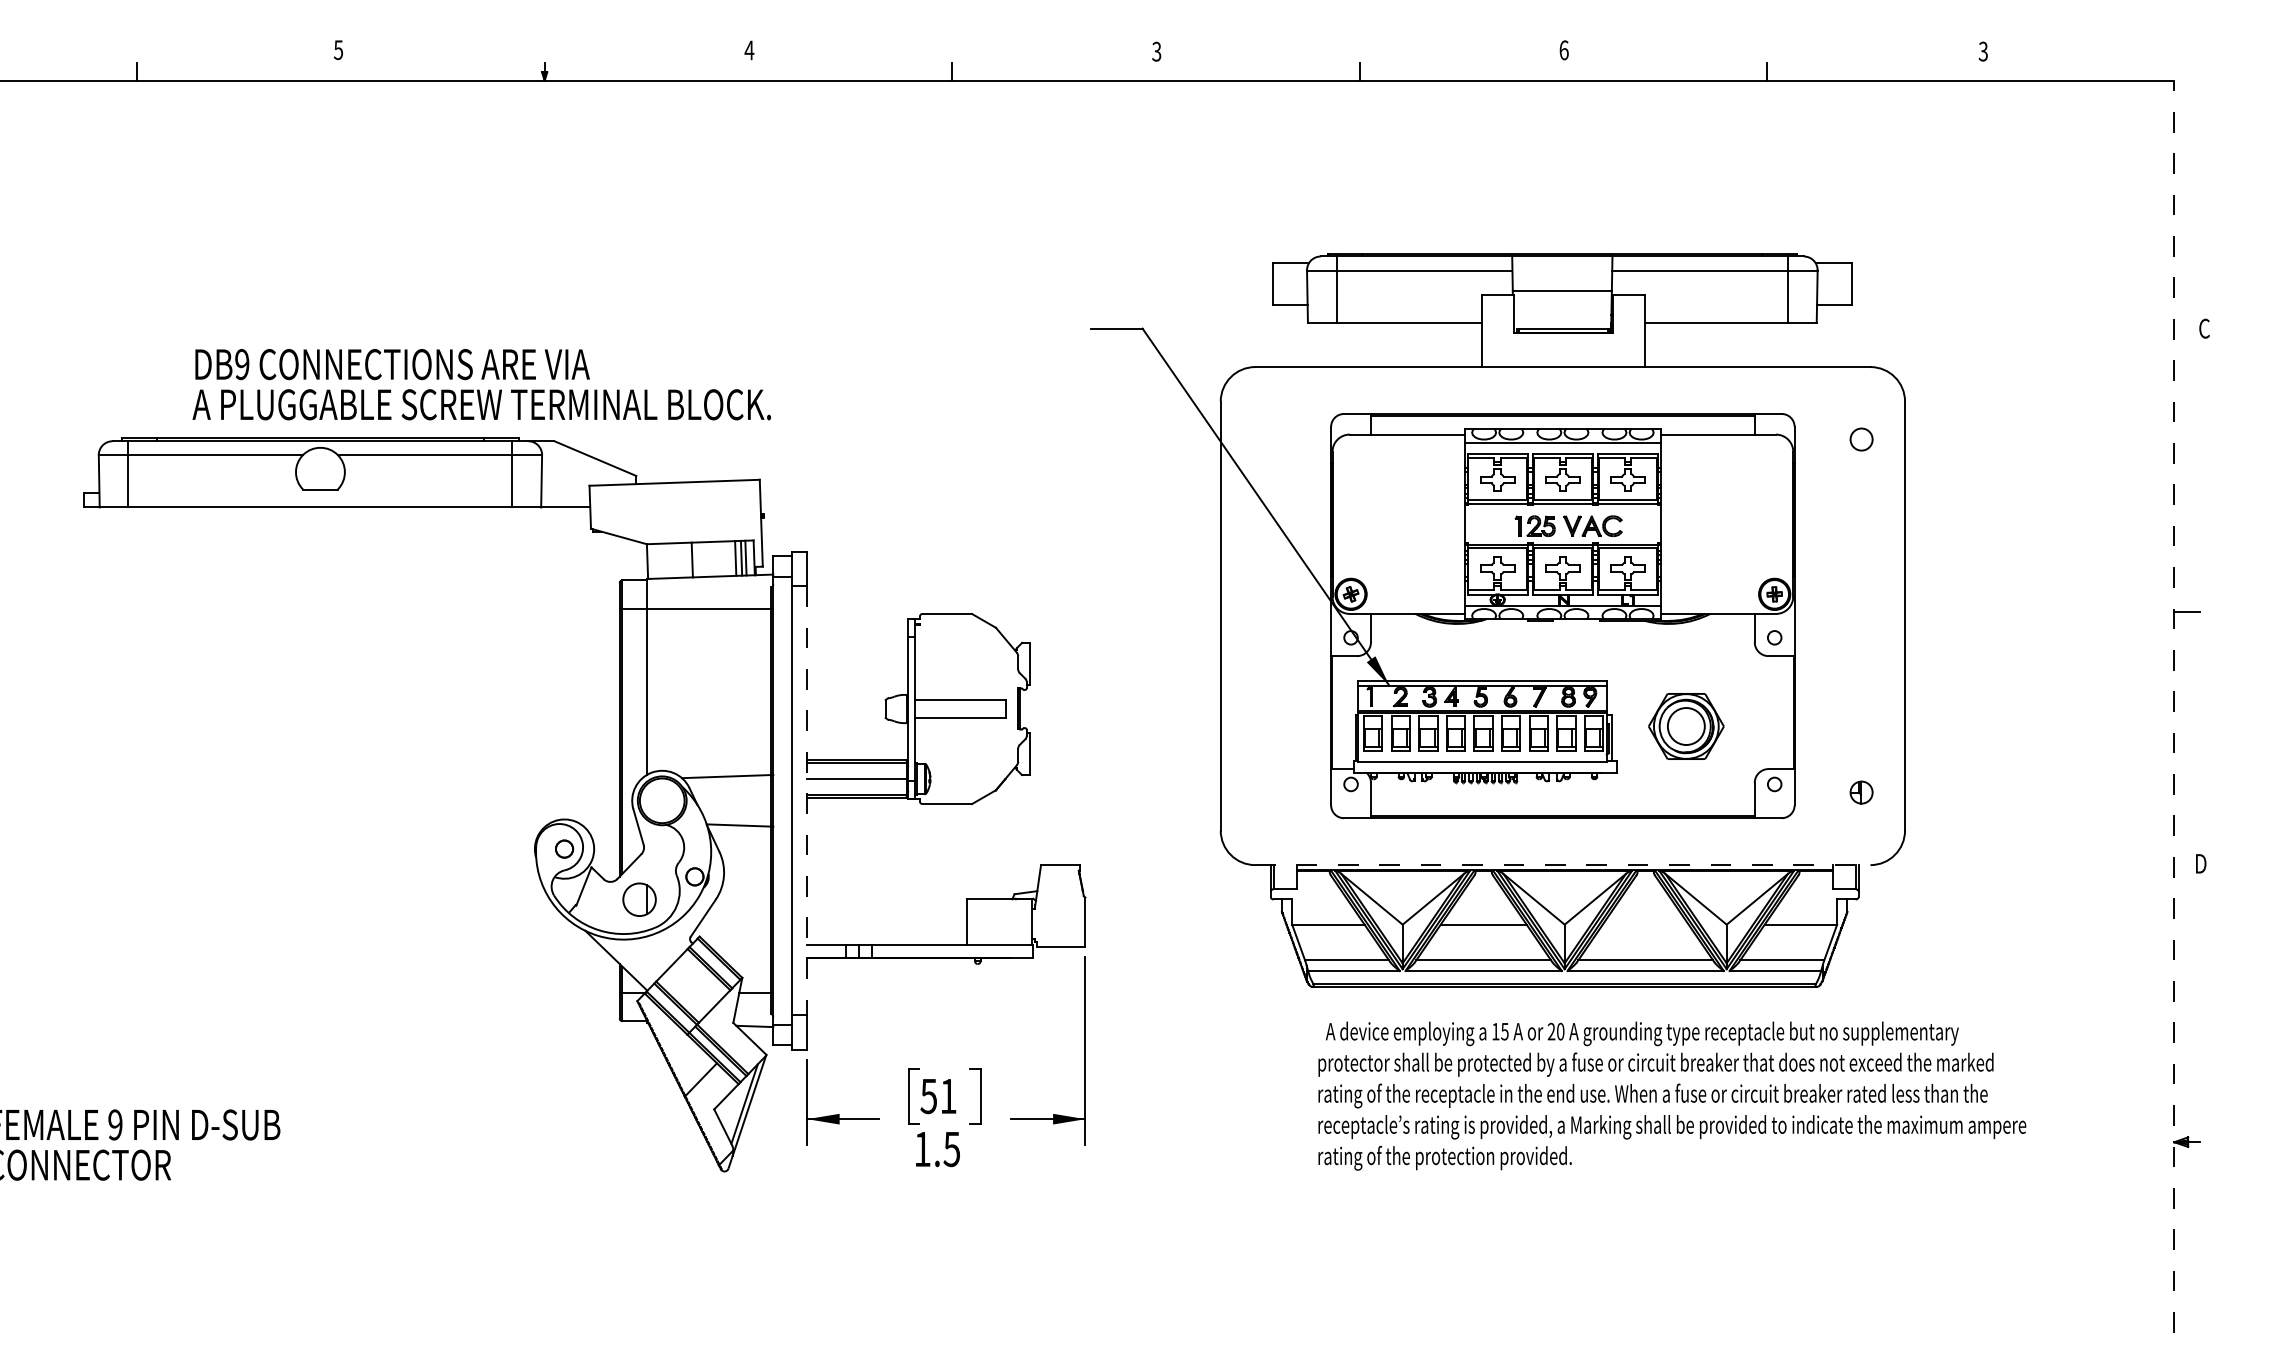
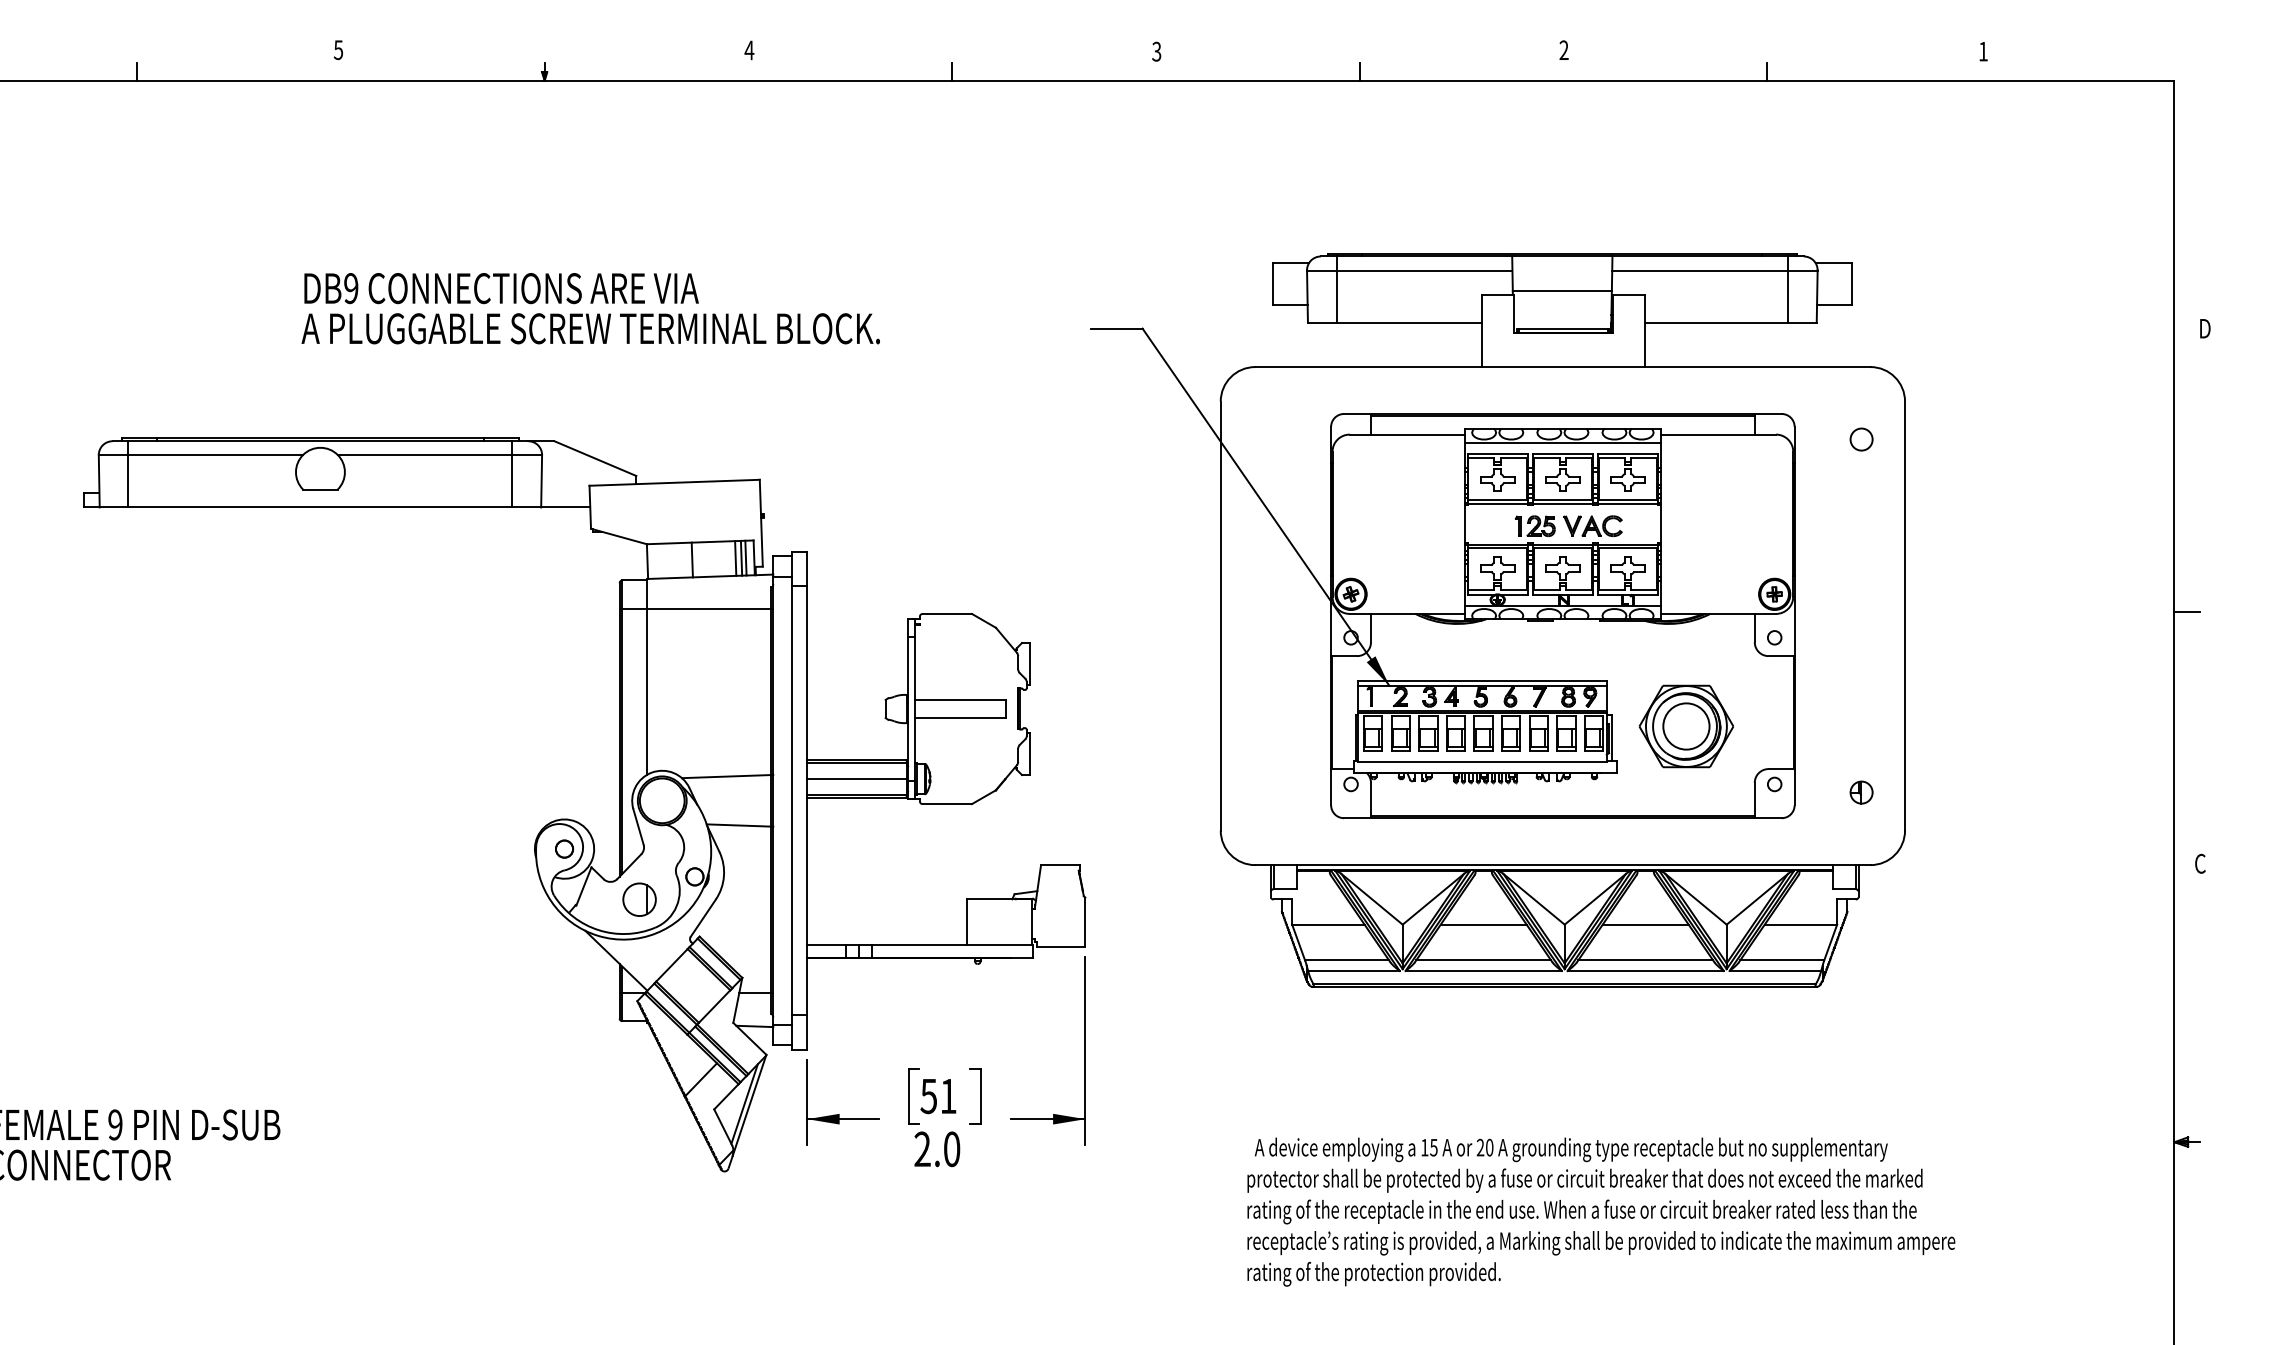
text at (1563, 50): 6 -> 2
text at (1982, 51): 3 -> 1
text at (2204, 328): C -> D
text at (481, 384) position: (481, 384) -> (590, 308)
line at (2174, 712): dashed -> solid
part at (1686, 726) size: 77x67 px -> 96x85 px
line at (807, 800): dashed -> solid
text at (2200, 863): D -> C
line at (1562, 865): dashed -> solid
line at (1645, 924): none -> present
text at (1672, 1095) position: (1672, 1095) -> (1601, 1211)
text at (937, 1149): 1.5 -> 2.0
